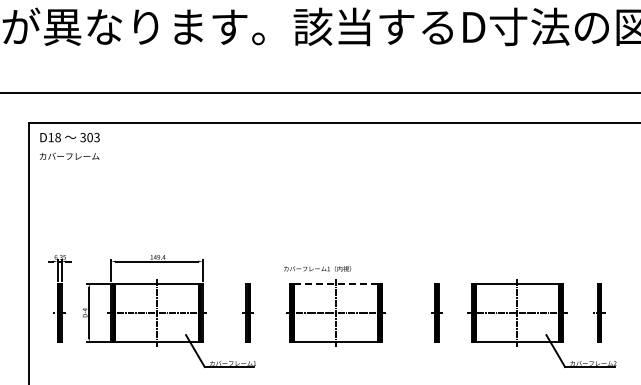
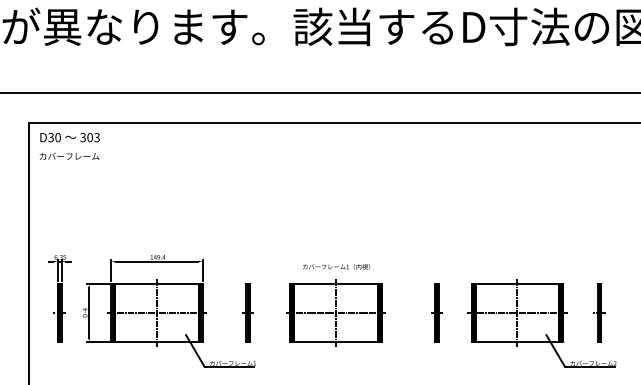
text at (54, 137): D18 -> D30
text at (317, 268) position: (317, 268) -> (336, 266)
line at (336, 283): dashed -> solid
